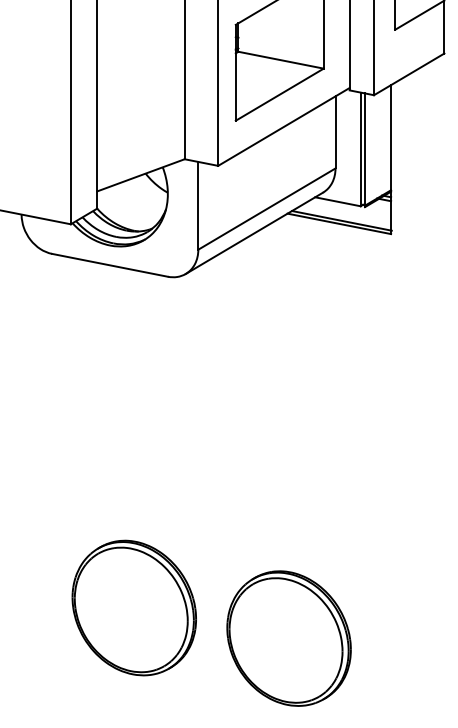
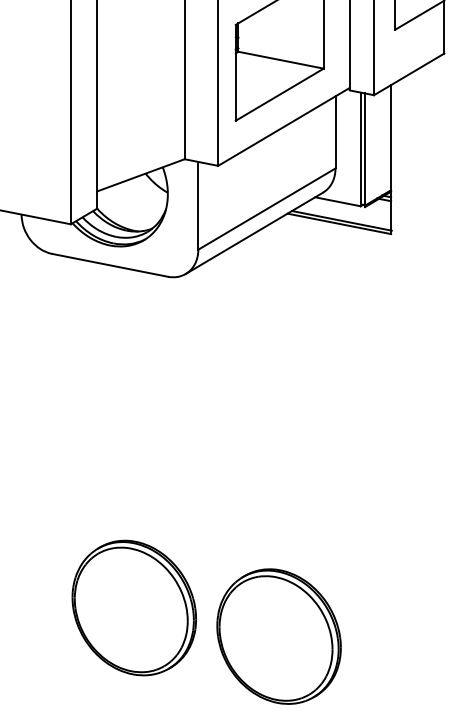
part at (288, 638) position: (288, 638) -> (278, 636)
